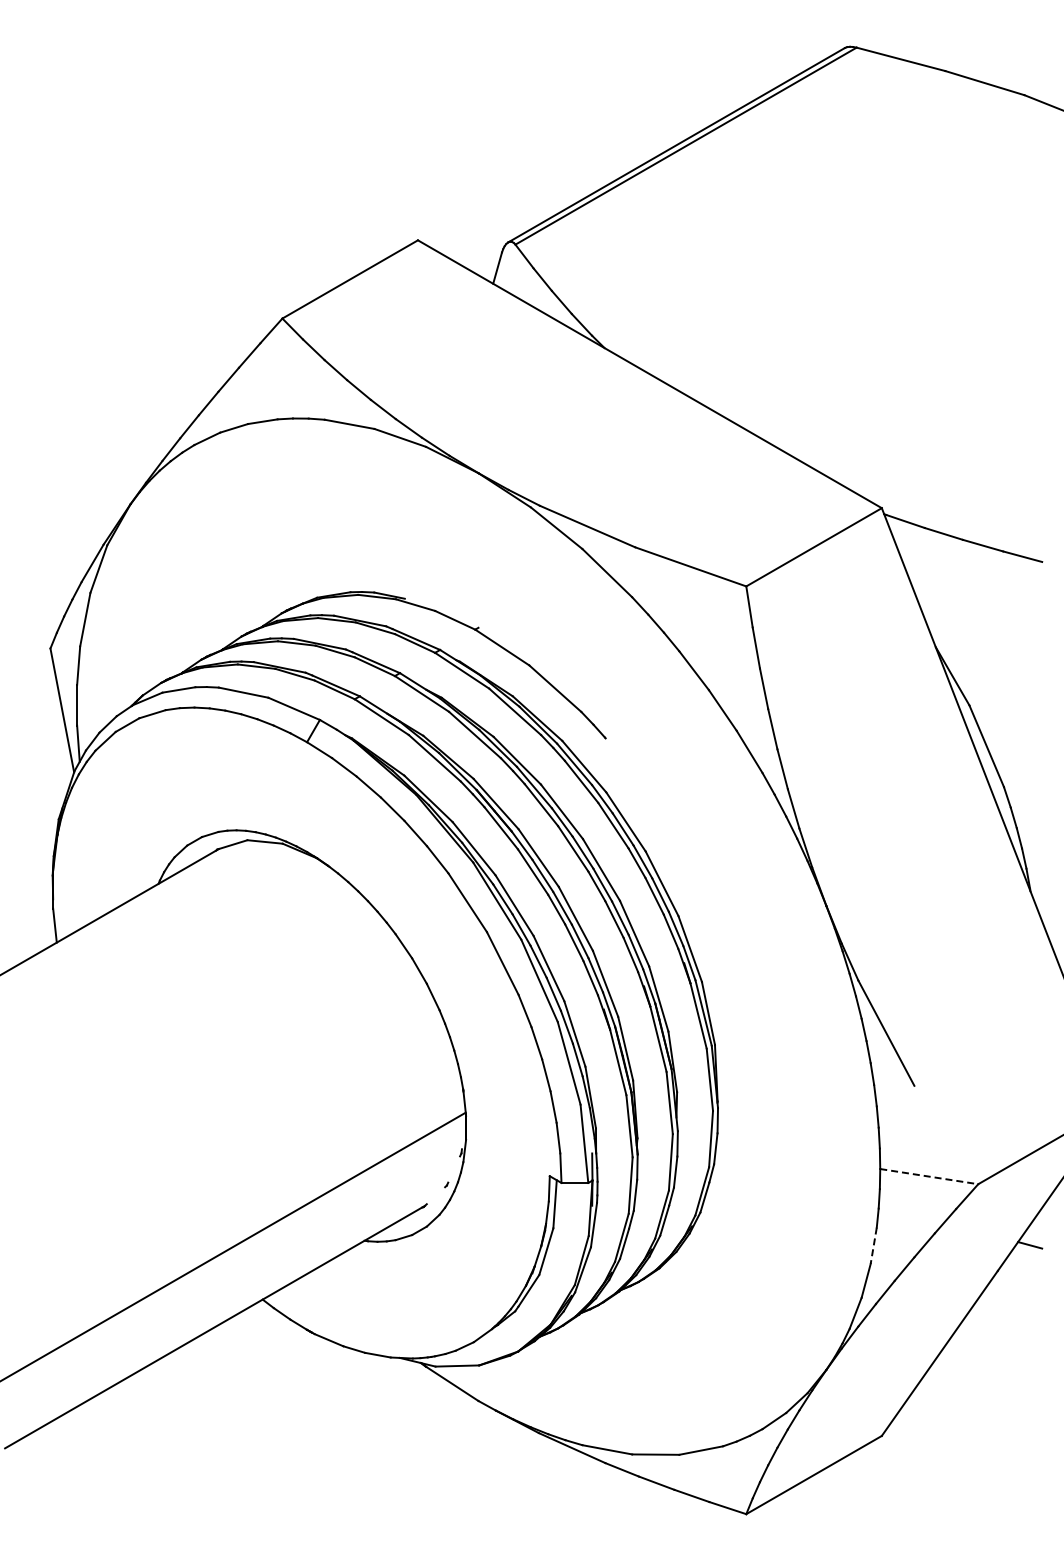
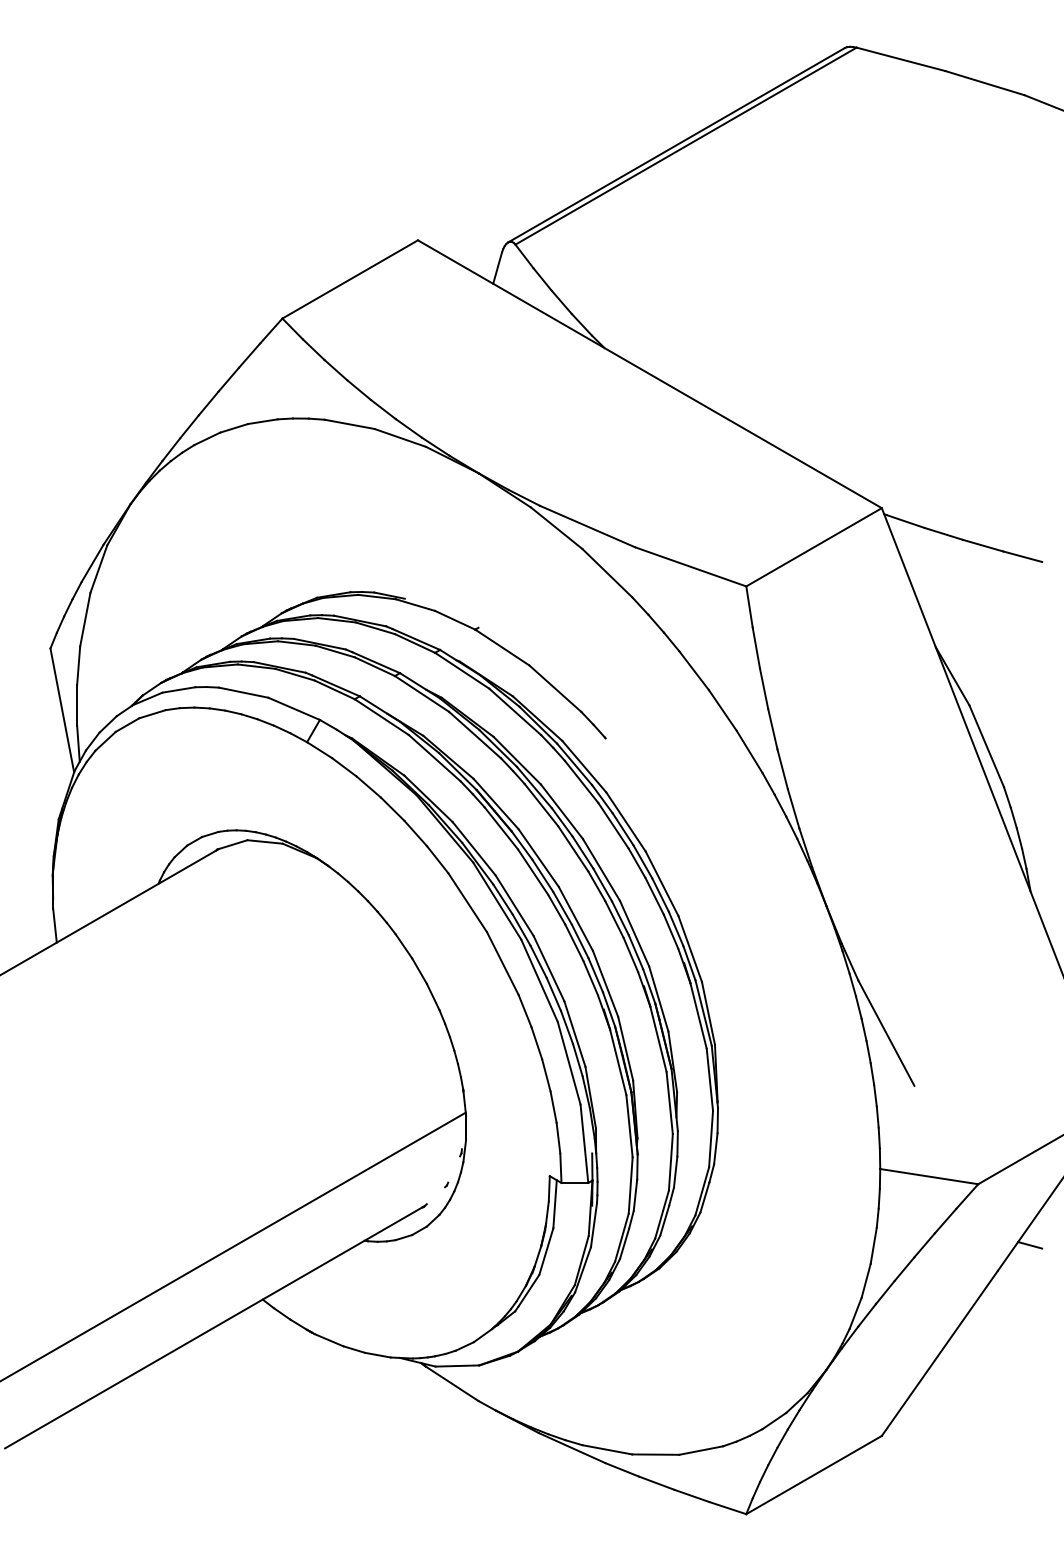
line at (929, 1176): dashed -> solid
line at (873, 1246): dashed -> solid
